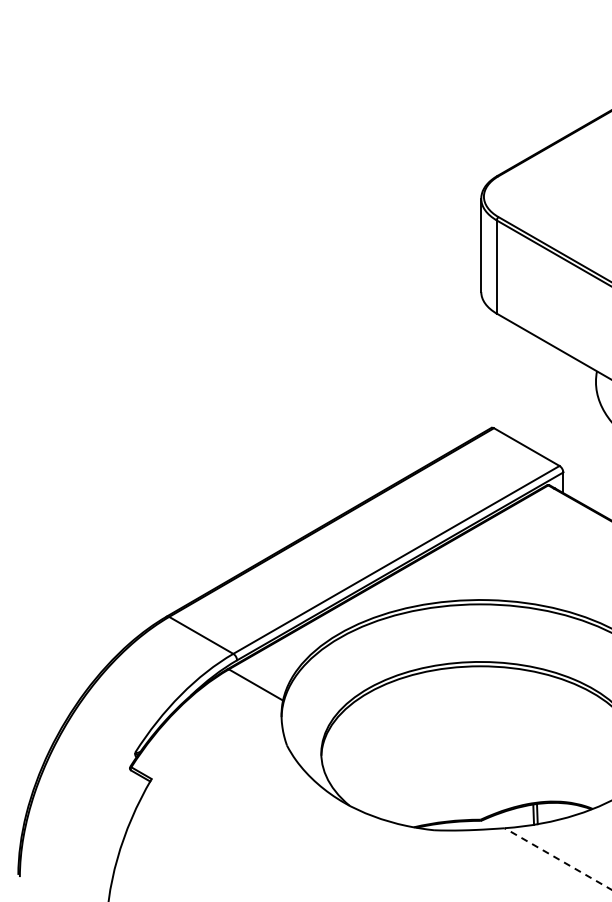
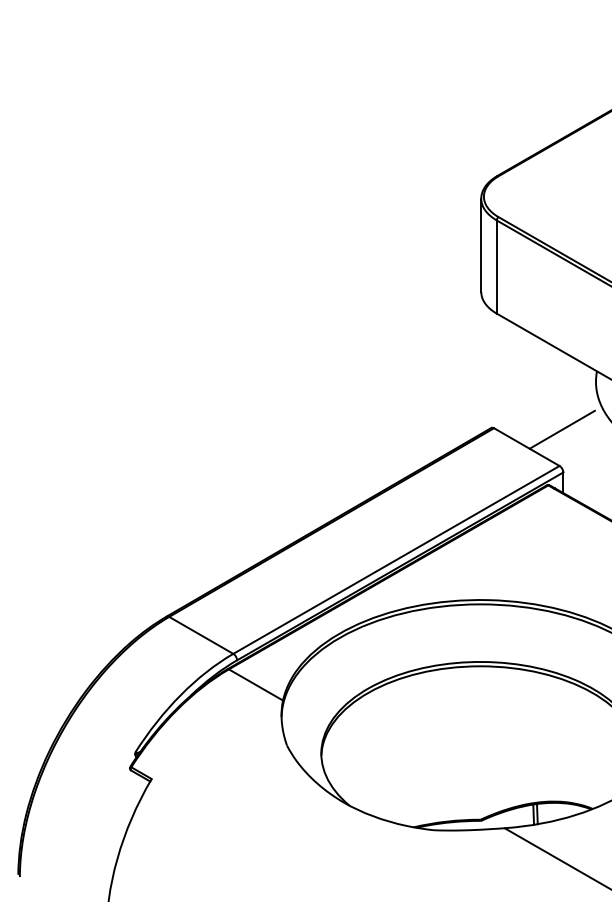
line at (561, 429): none -> present
line at (558, 859): dashed -> solid
